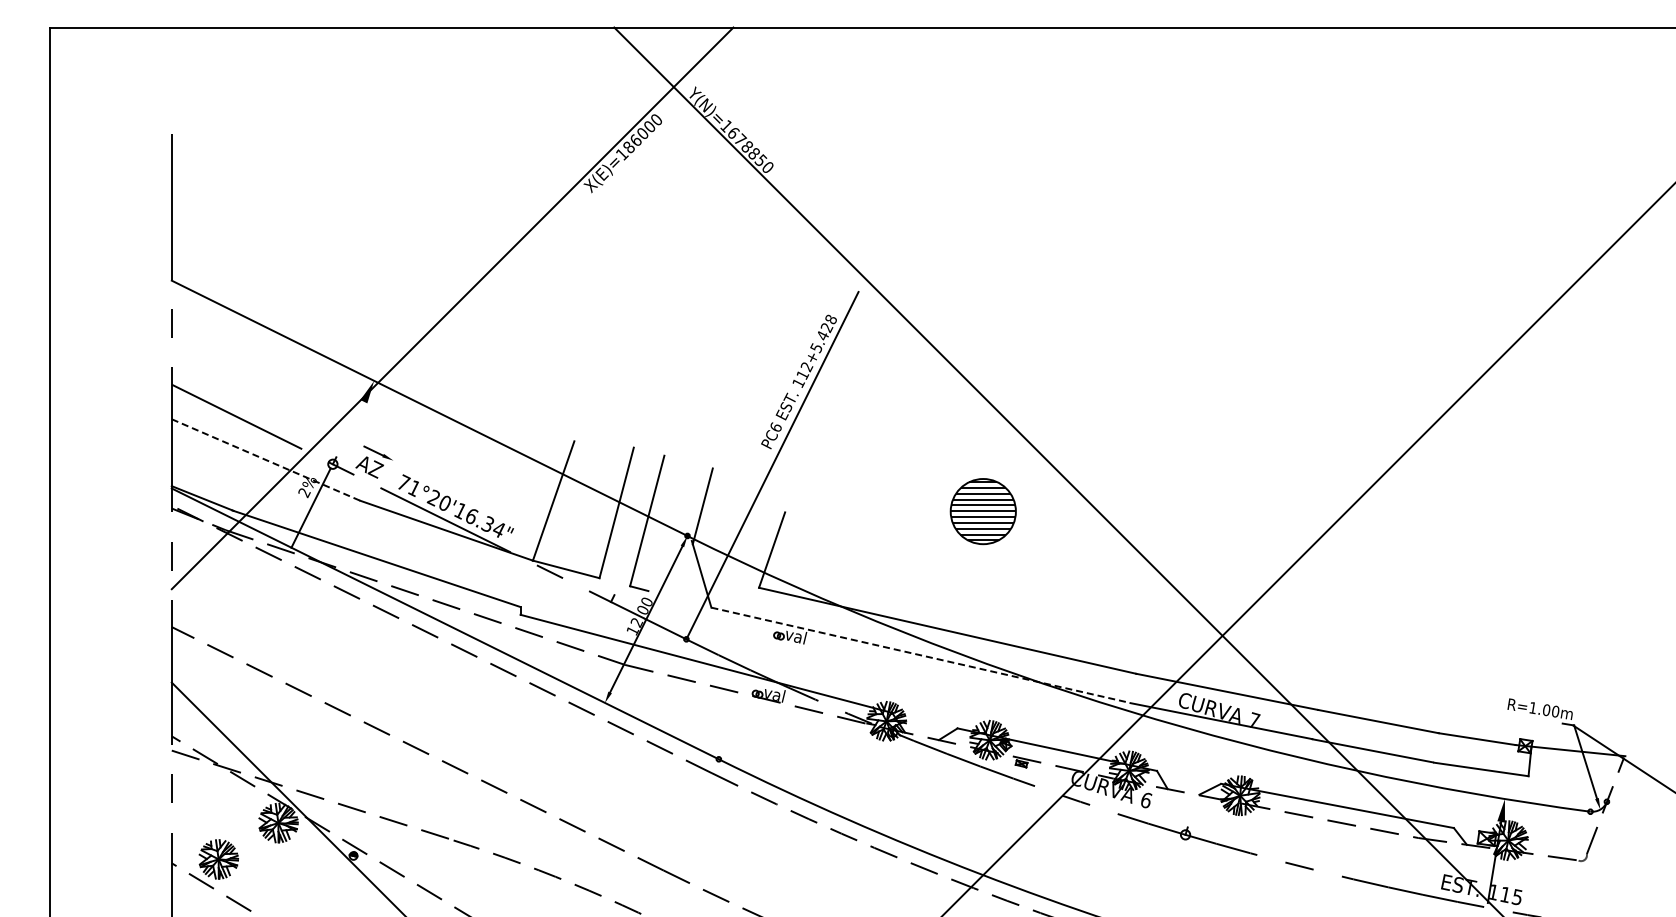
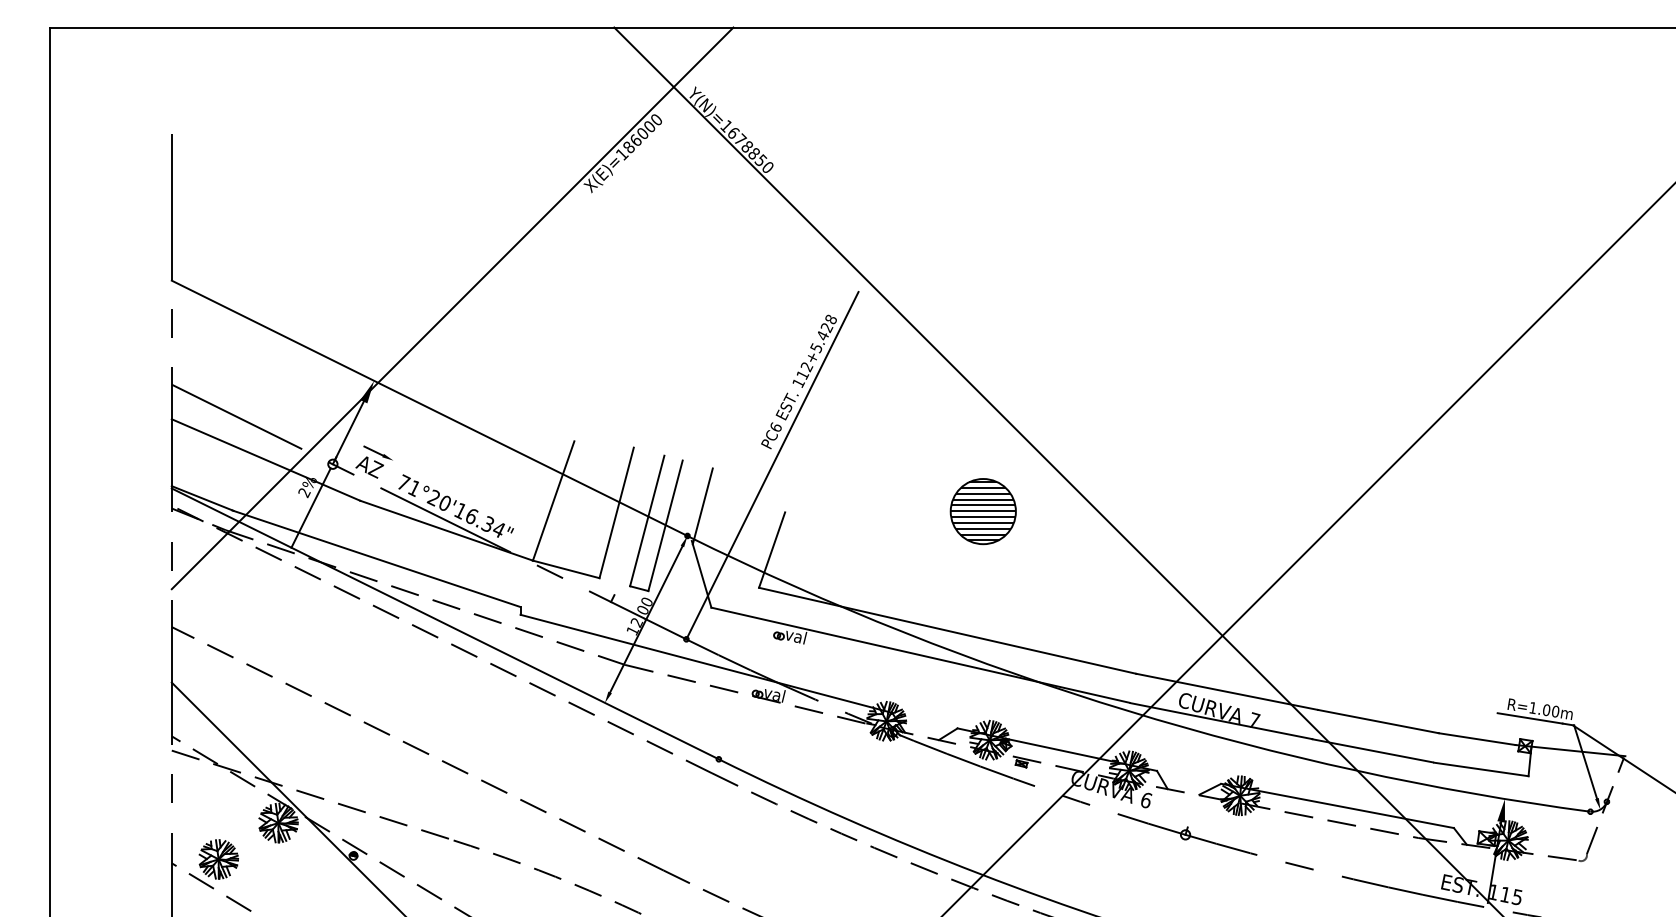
line at (348, 430): none -> present
line at (266, 460): dashed -> solid
line at (665, 525): none -> present
line at (921, 655): dashed -> solid
line at (1529, 718): none -> present
